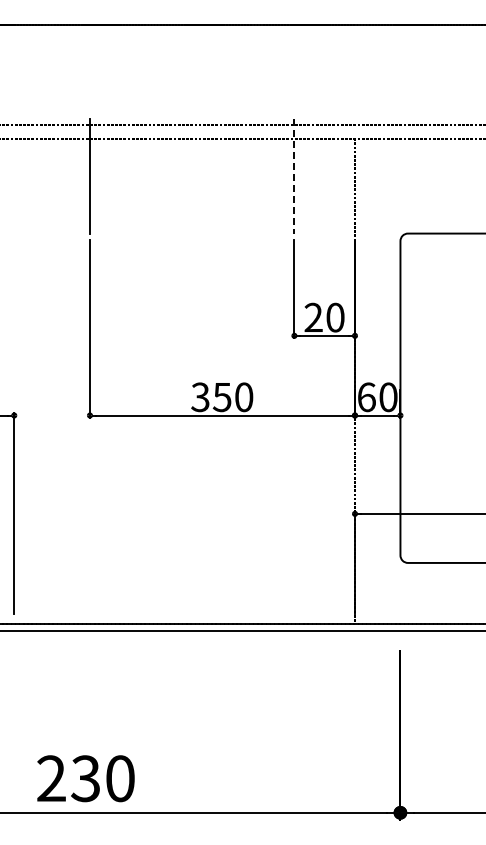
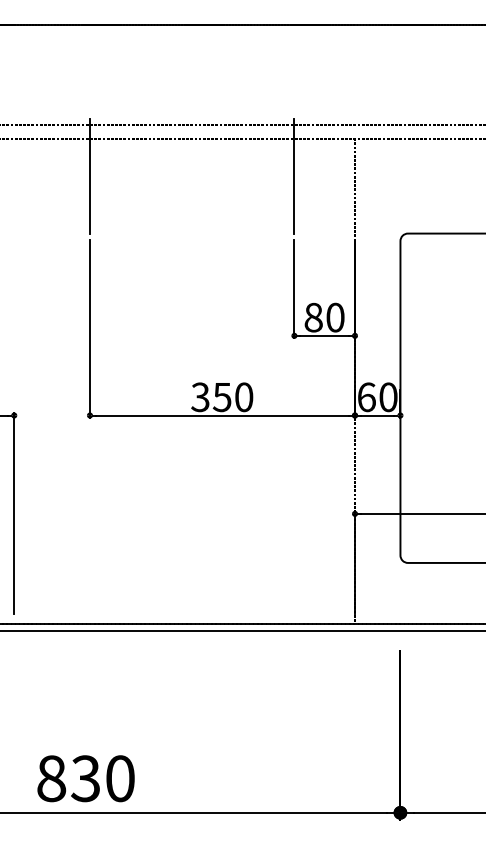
line at (294, 176): dashed -> solid
text at (313, 317): 20 -> 80
text at (51, 778): 230 -> 830
